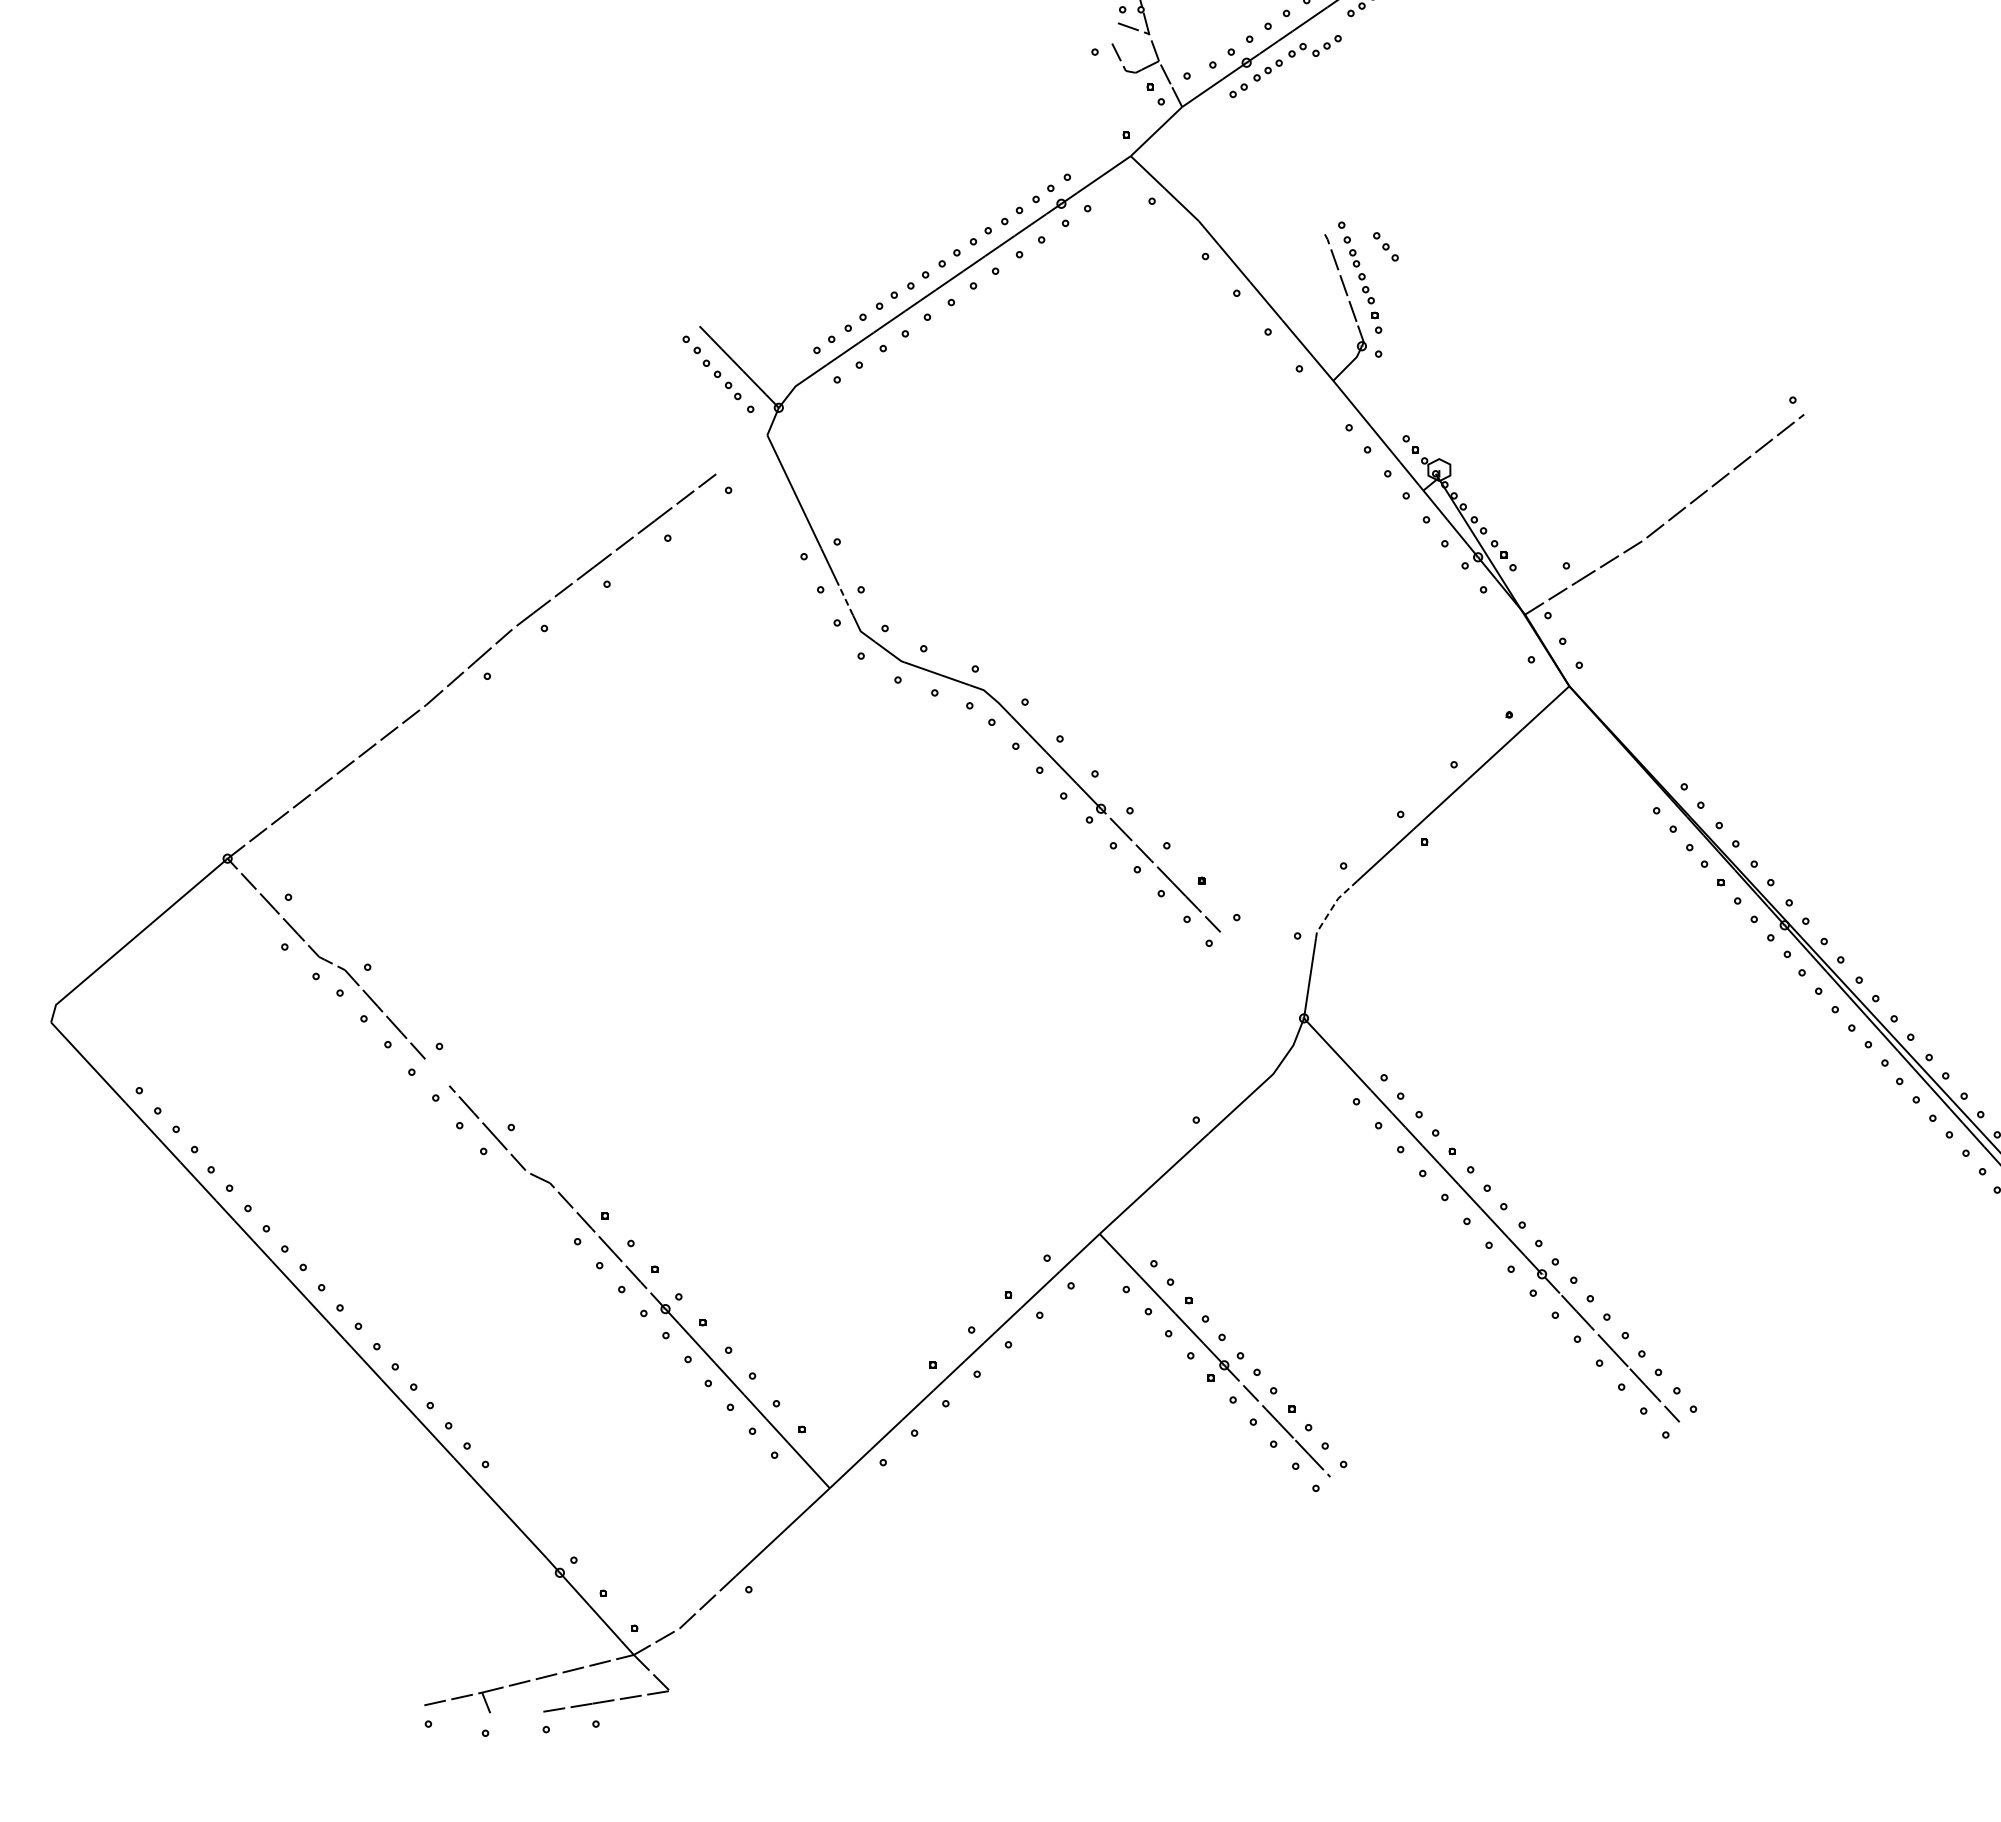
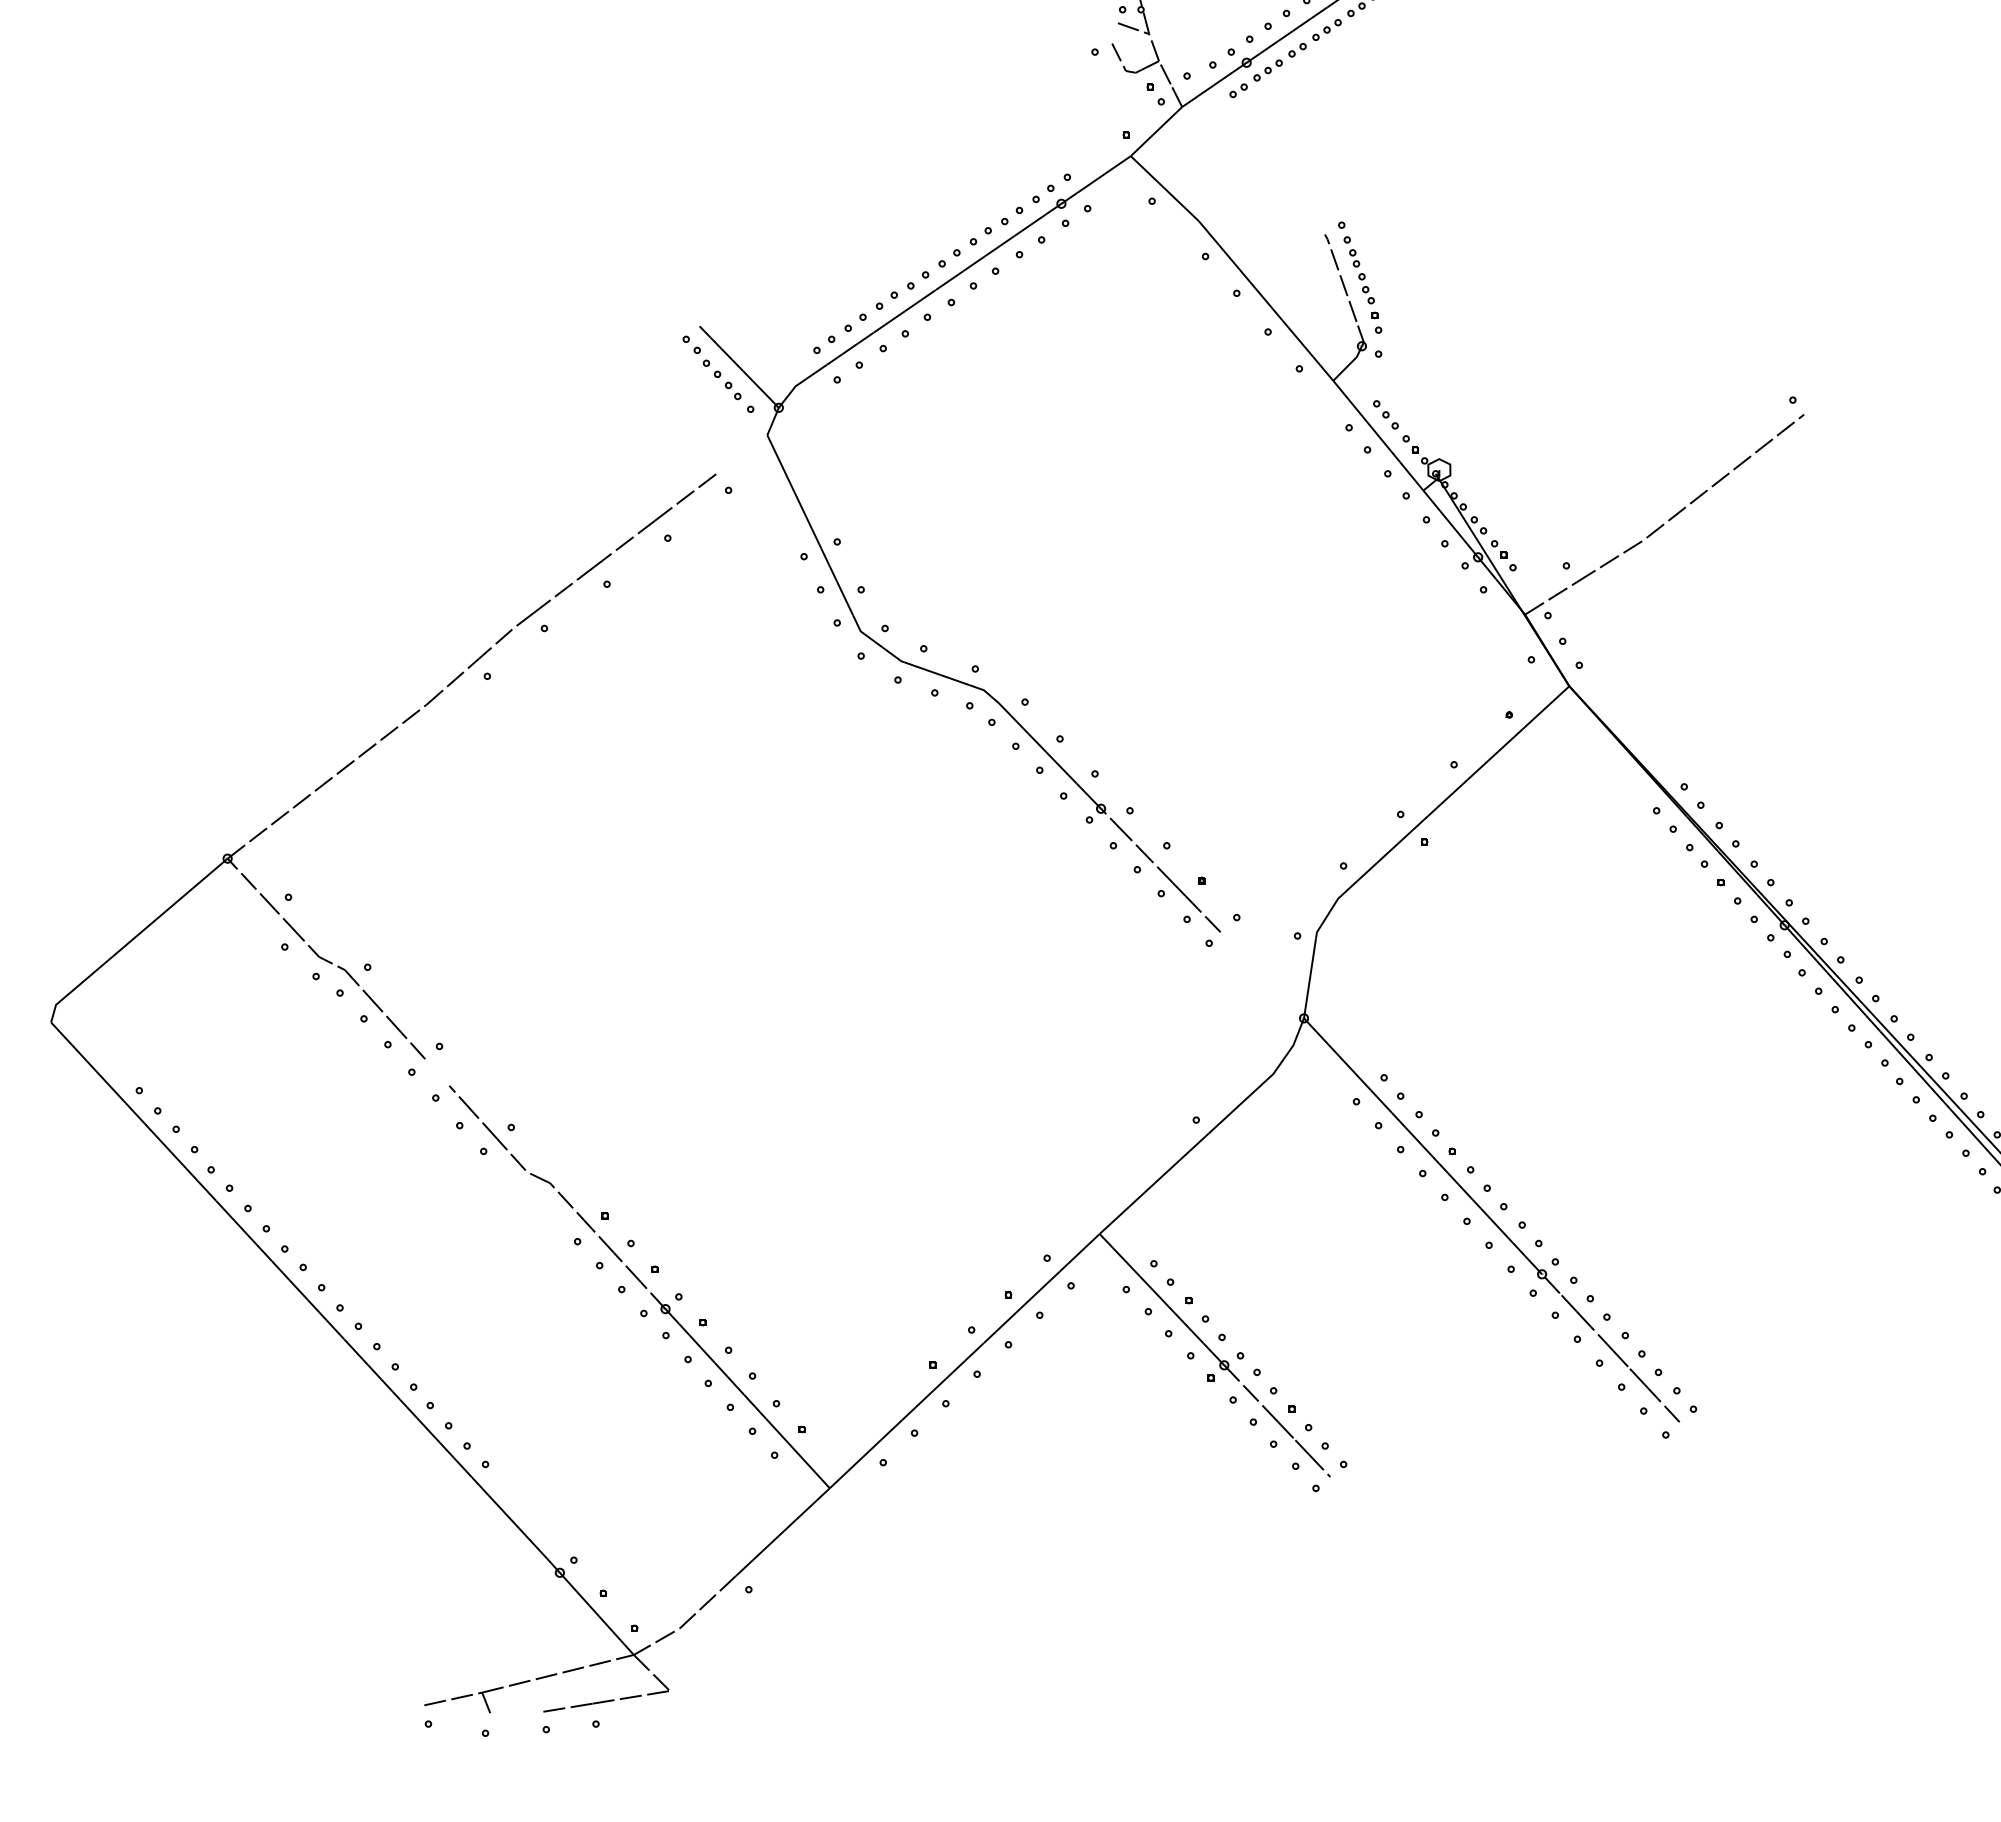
part at (1326, 45) position: (1326, 45) -> (1326, 29)
part at (1385, 246) position: (1385, 246) -> (1385, 414)
line at (845, 598): dashed -> solid
line at (1332, 907): dashed -> solid
